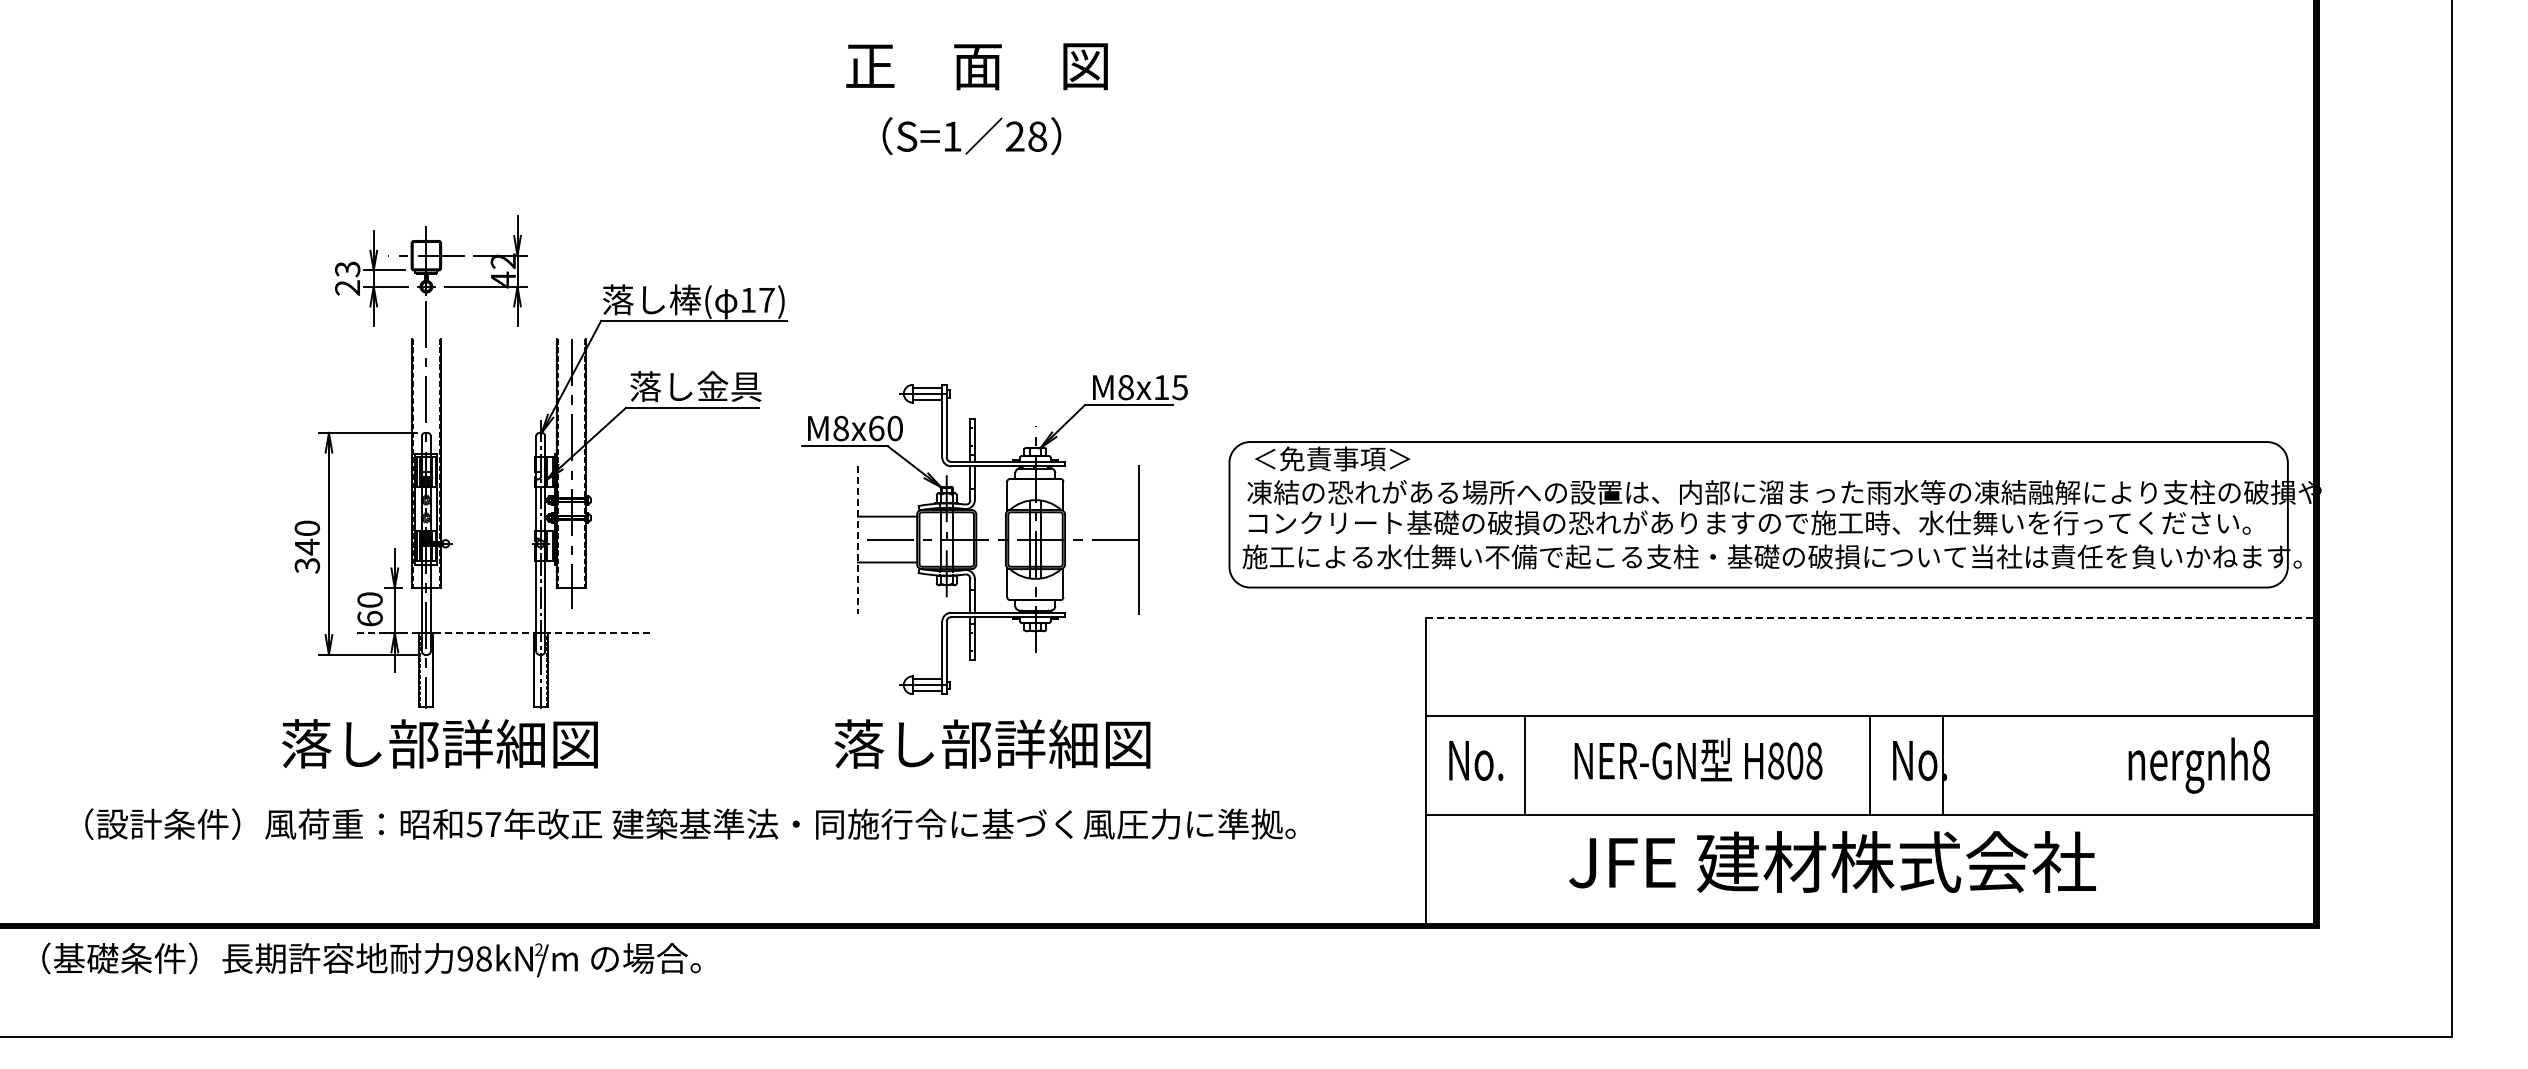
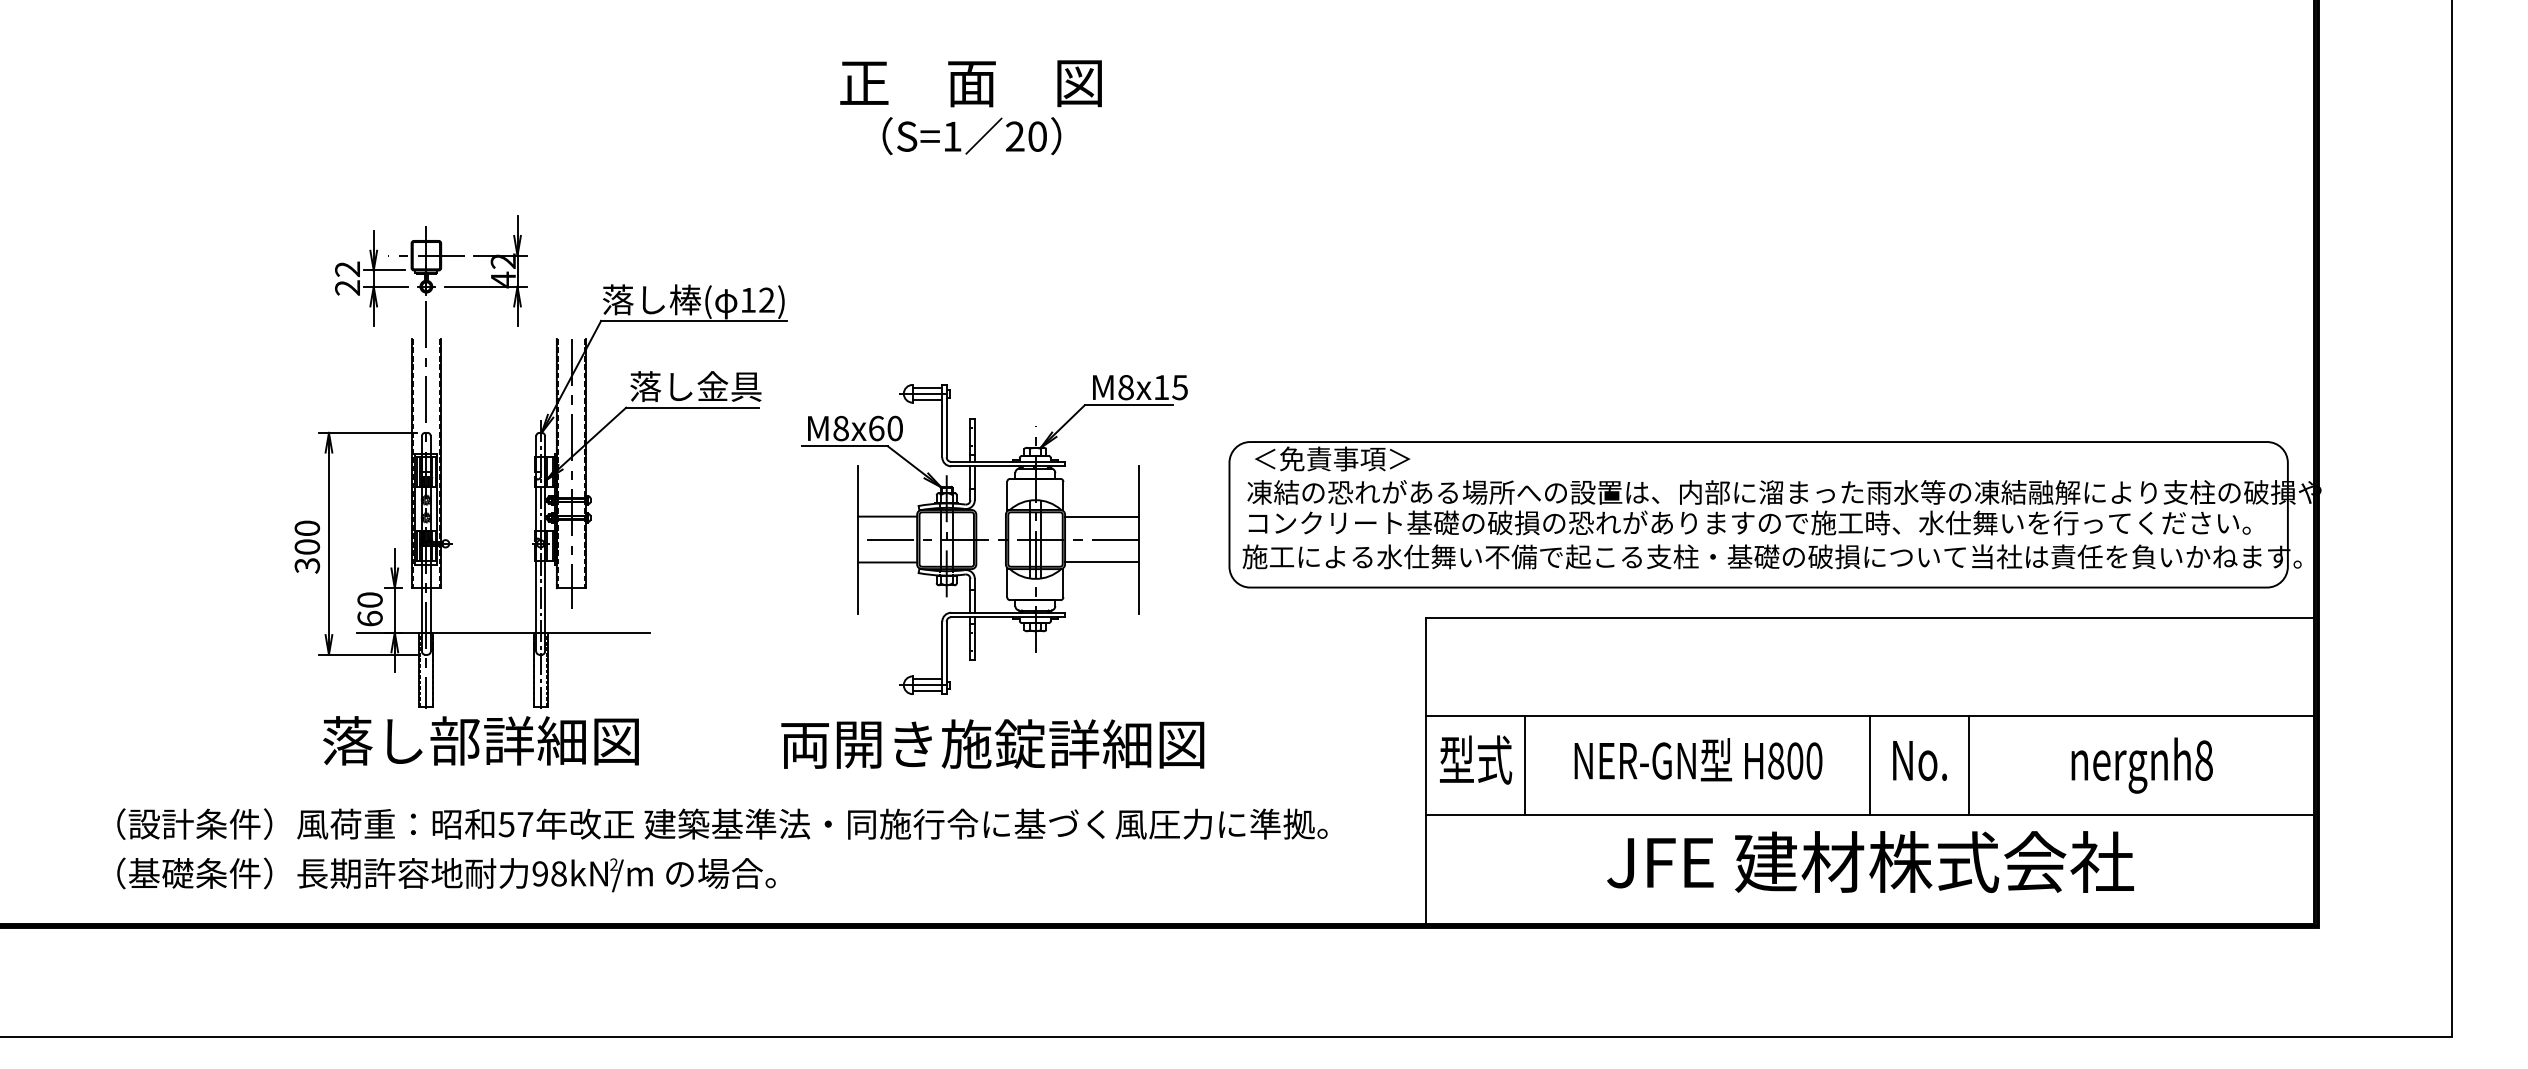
text at (976, 66) position: (976, 66) -> (970, 83)
text at (1037, 136): 28 -> 20
text at (347, 269): 23 -> 22
text at (766, 299): 17) -> 12)
line at (1102, 516): none -> present
line at (857, 539): dashed -> solid
text at (307, 546): 340 -> 300
line at (1102, 562): none -> present
line at (1870, 617): dashed -> solid
line at (504, 632): dashed -> solid
text at (439, 743) position: (439, 743) -> (480, 740)
text at (992, 743): 落し部詳細図 -> 両開き施錠詳細図
text at (1476, 759): No. -> 型式
text at (1814, 760): H808 -> H800
line at (1942, 765) position: (1942, 765) -> (1968, 765)
text at (2198, 765) position: (2198, 765) -> (2141, 765)
text at (690, 823) position: (690, 823) -> (722, 823)
text at (1832, 861) position: (1832, 861) -> (1870, 861)
text at (371, 959) position: (371, 959) -> (446, 874)
